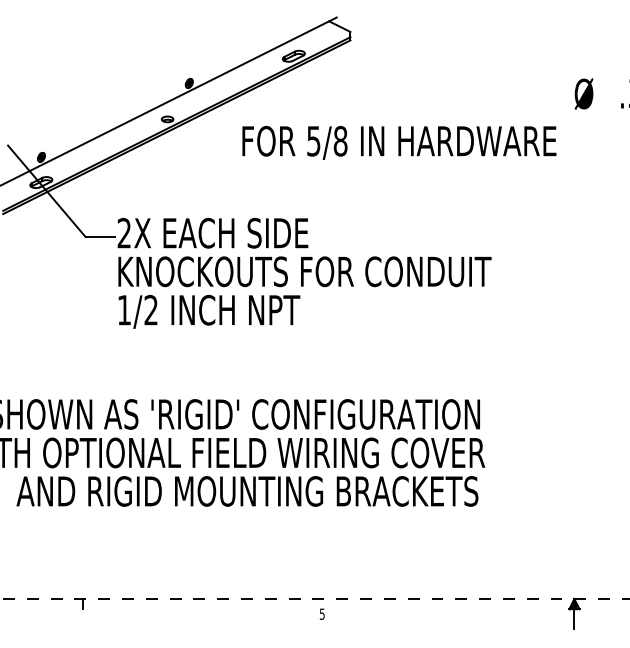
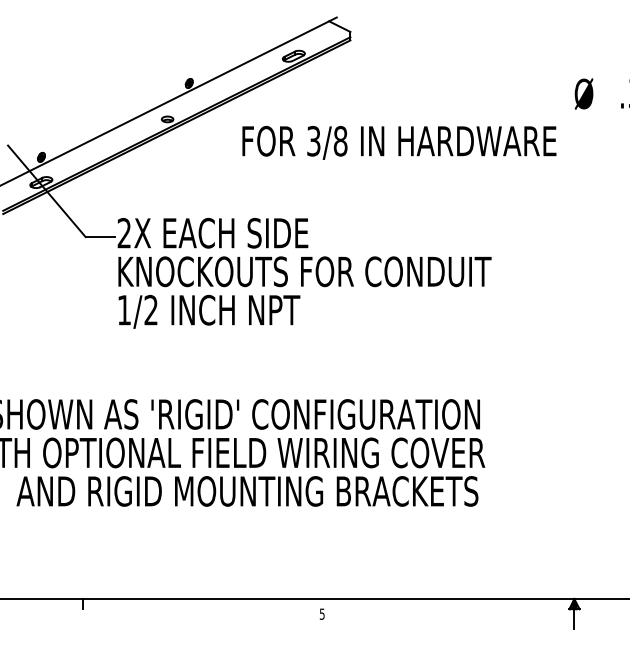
text at (313, 140): 5/8 -> 3/8
line at (314, 599): dashed -> solid
